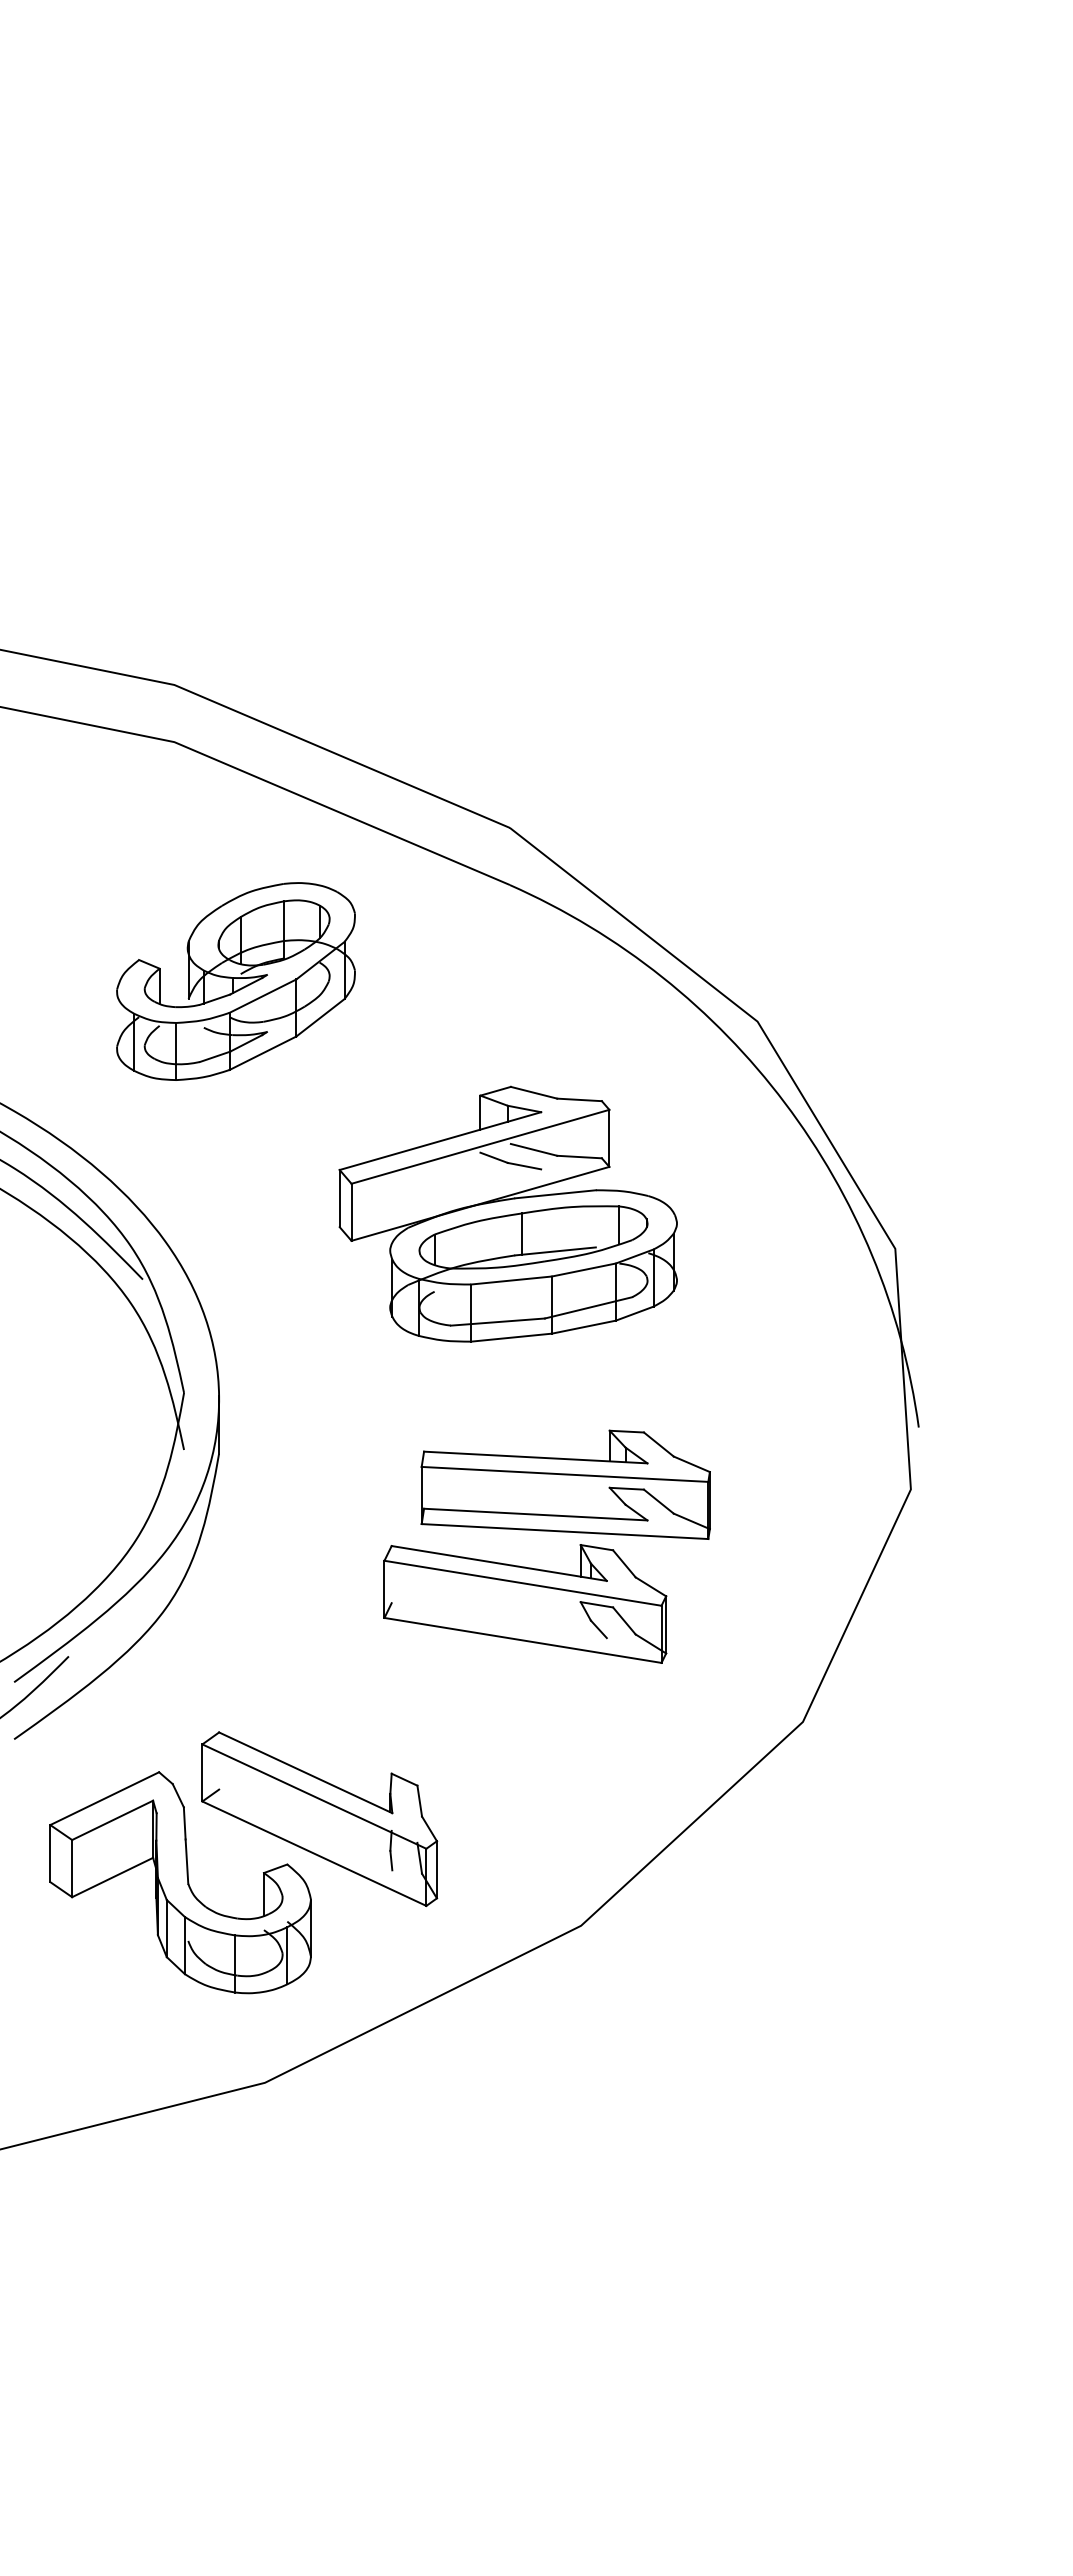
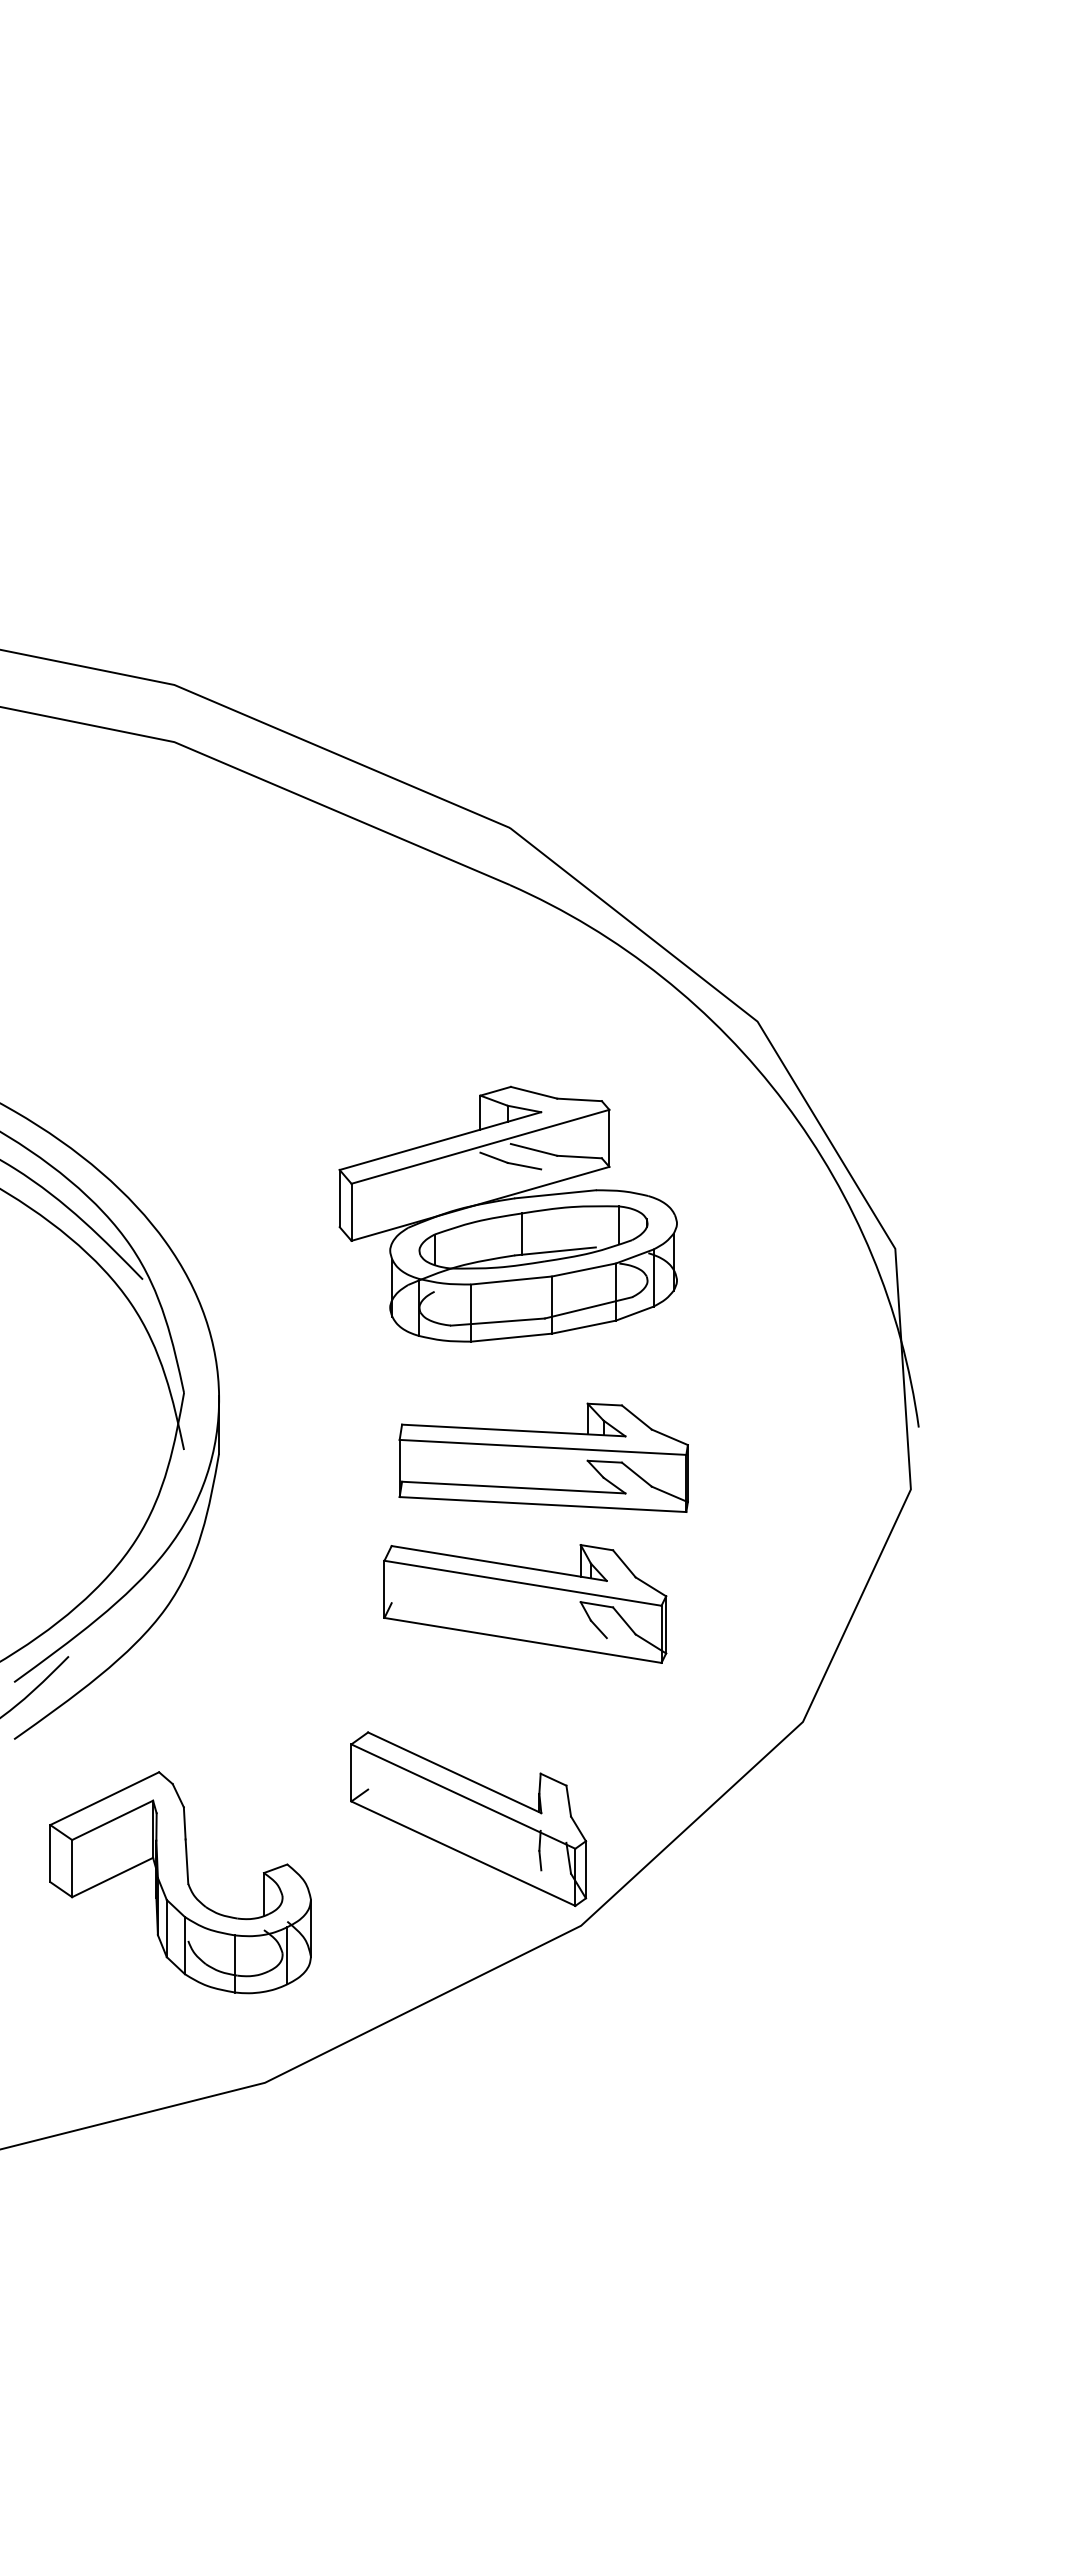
part at (235, 981): present -> none
part at (565, 1484) position: (565, 1484) -> (543, 1457)
part at (319, 1819) position: (319, 1819) -> (468, 1819)
